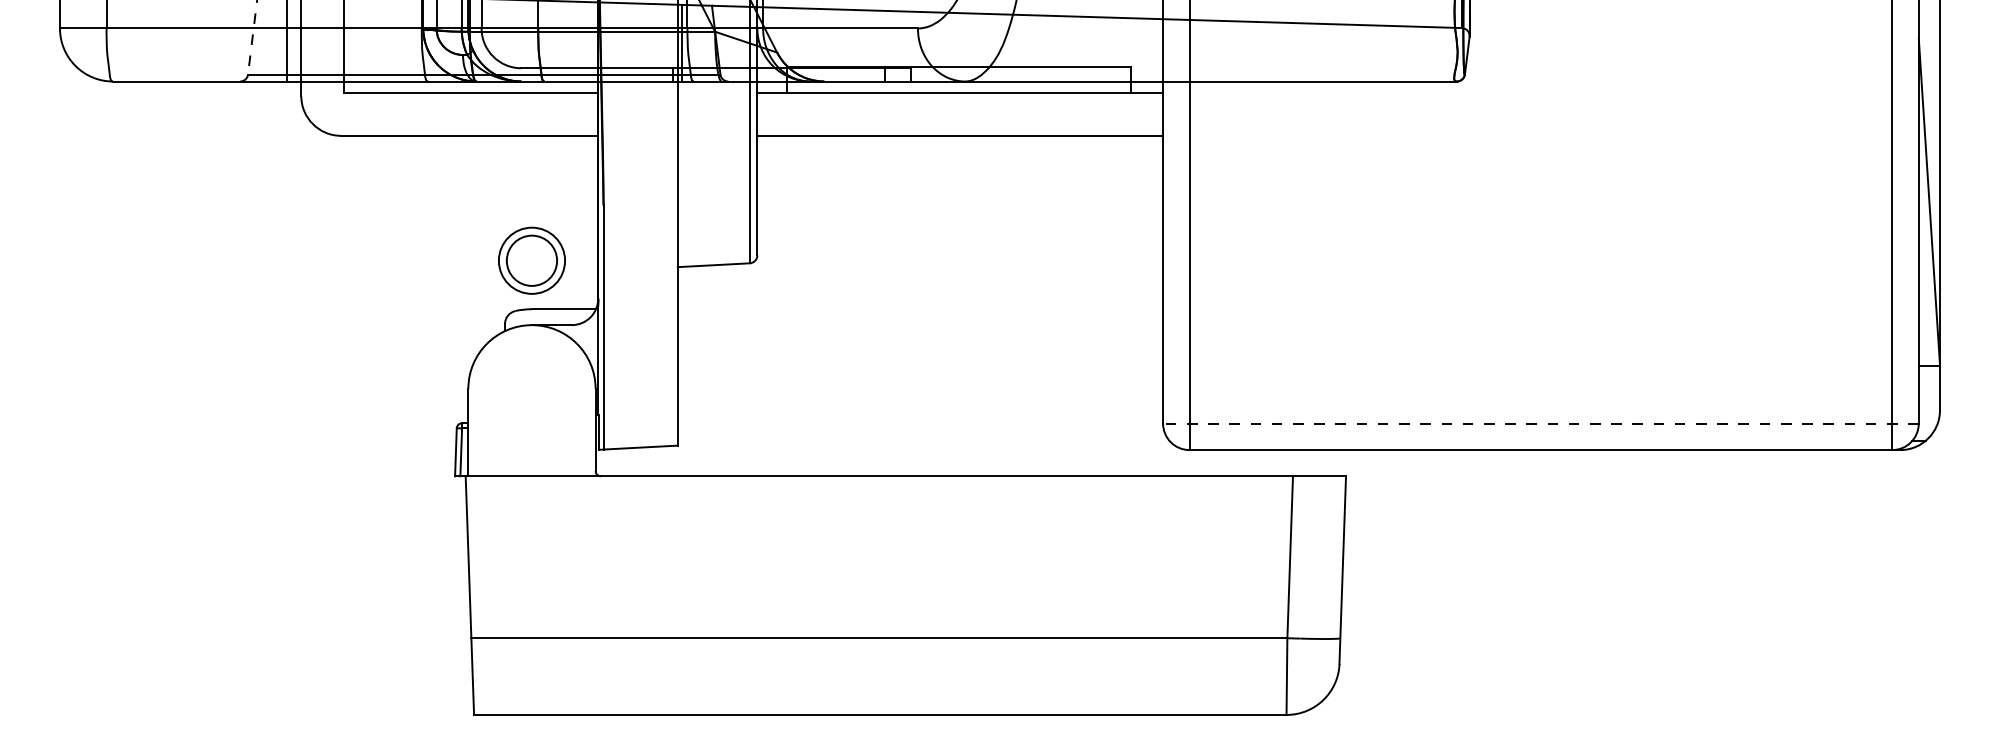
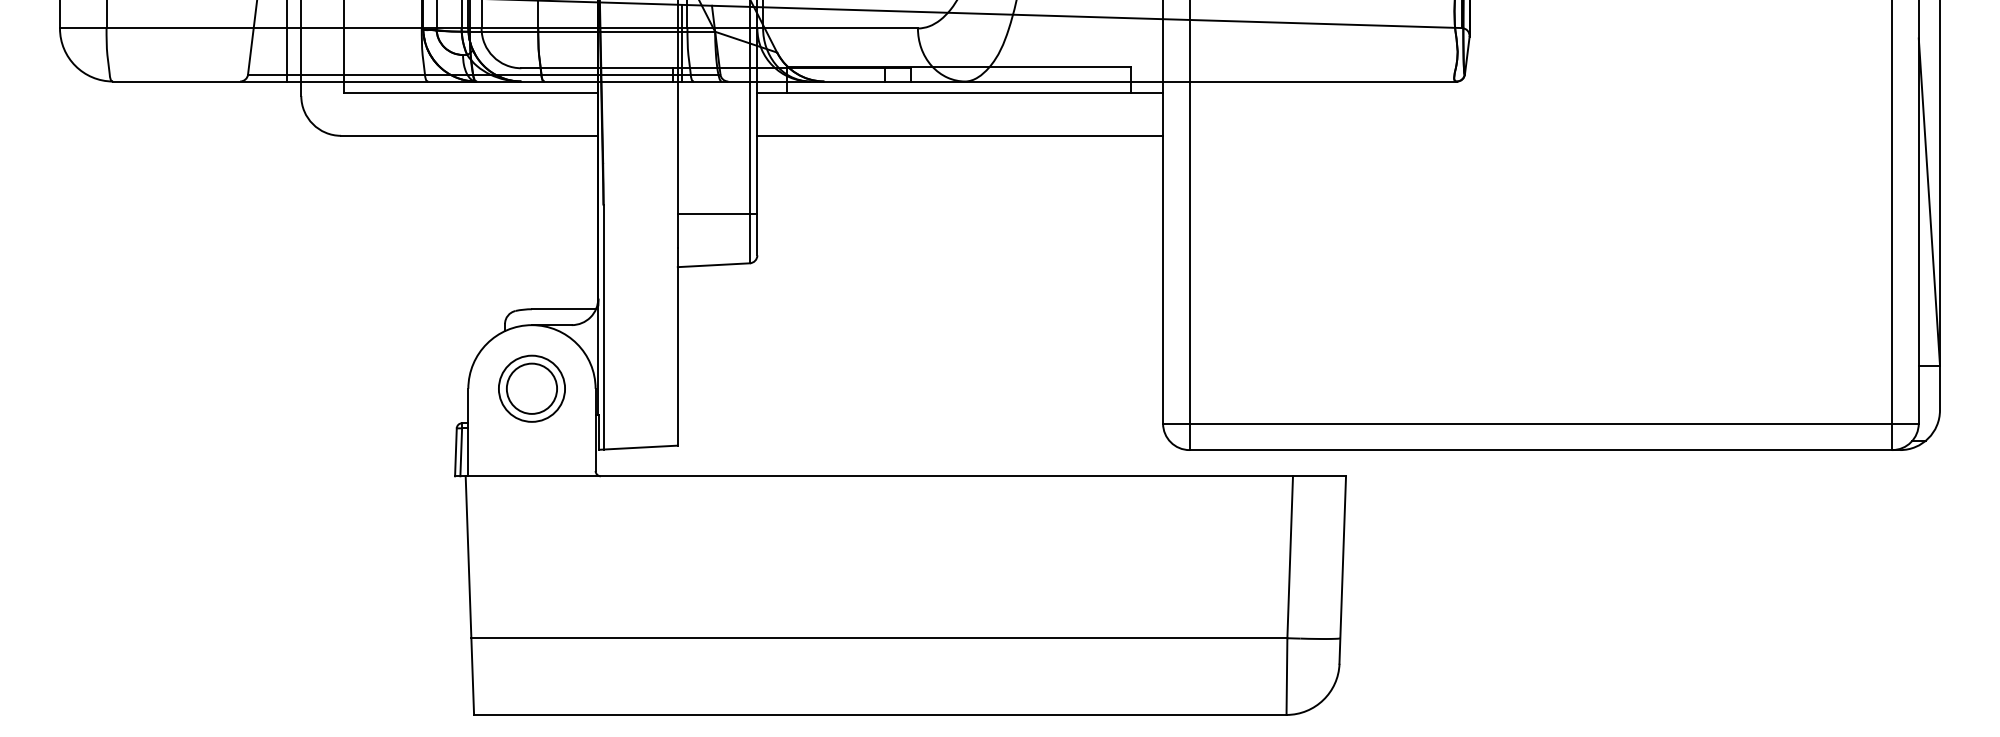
line at (252, 37): dashed -> solid
line at (717, 214): none -> present
part at (531, 260) position: (531, 260) -> (531, 388)
line at (1540, 423): dashed -> solid
